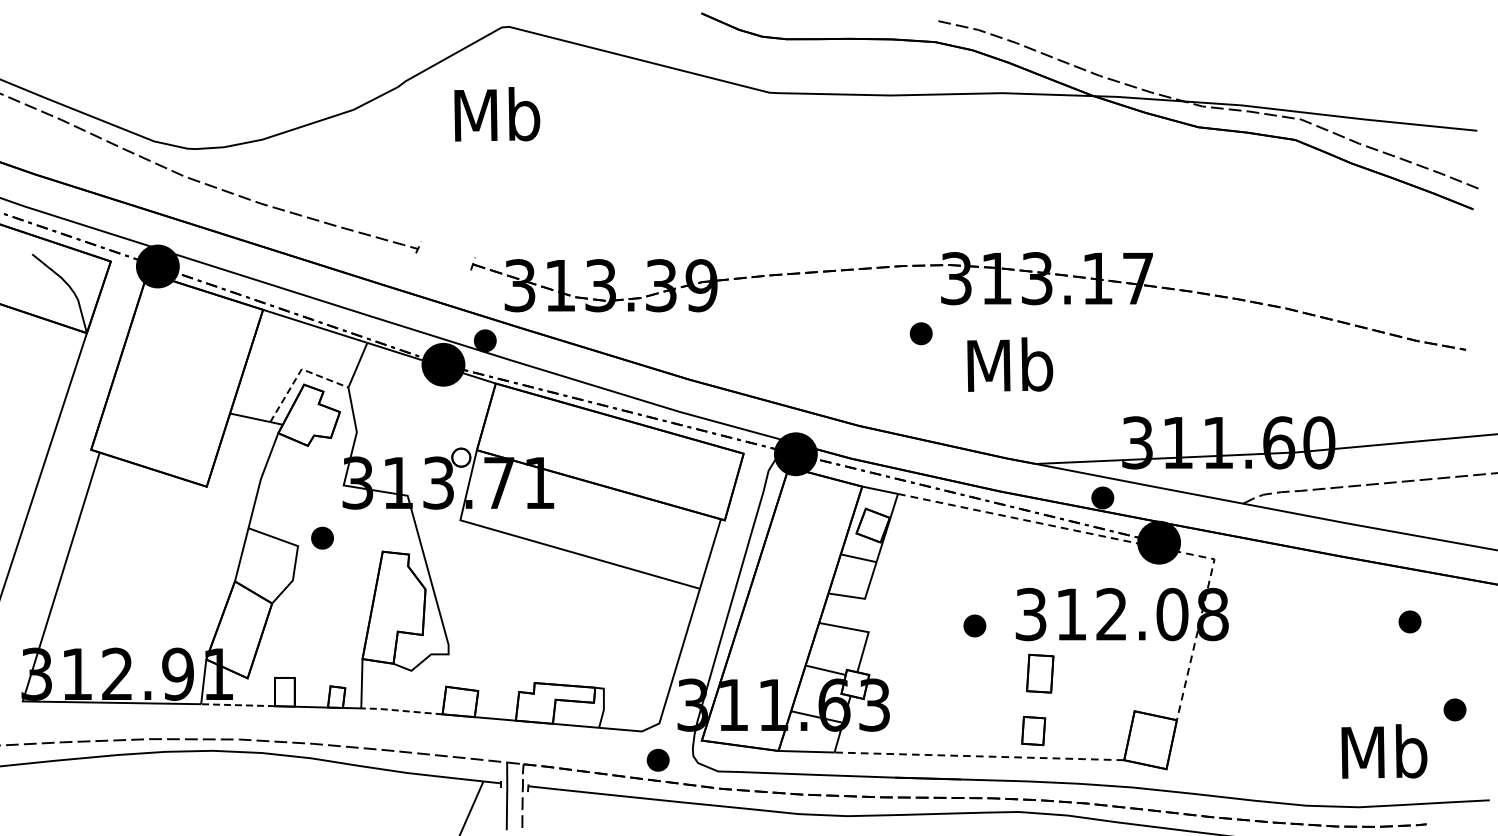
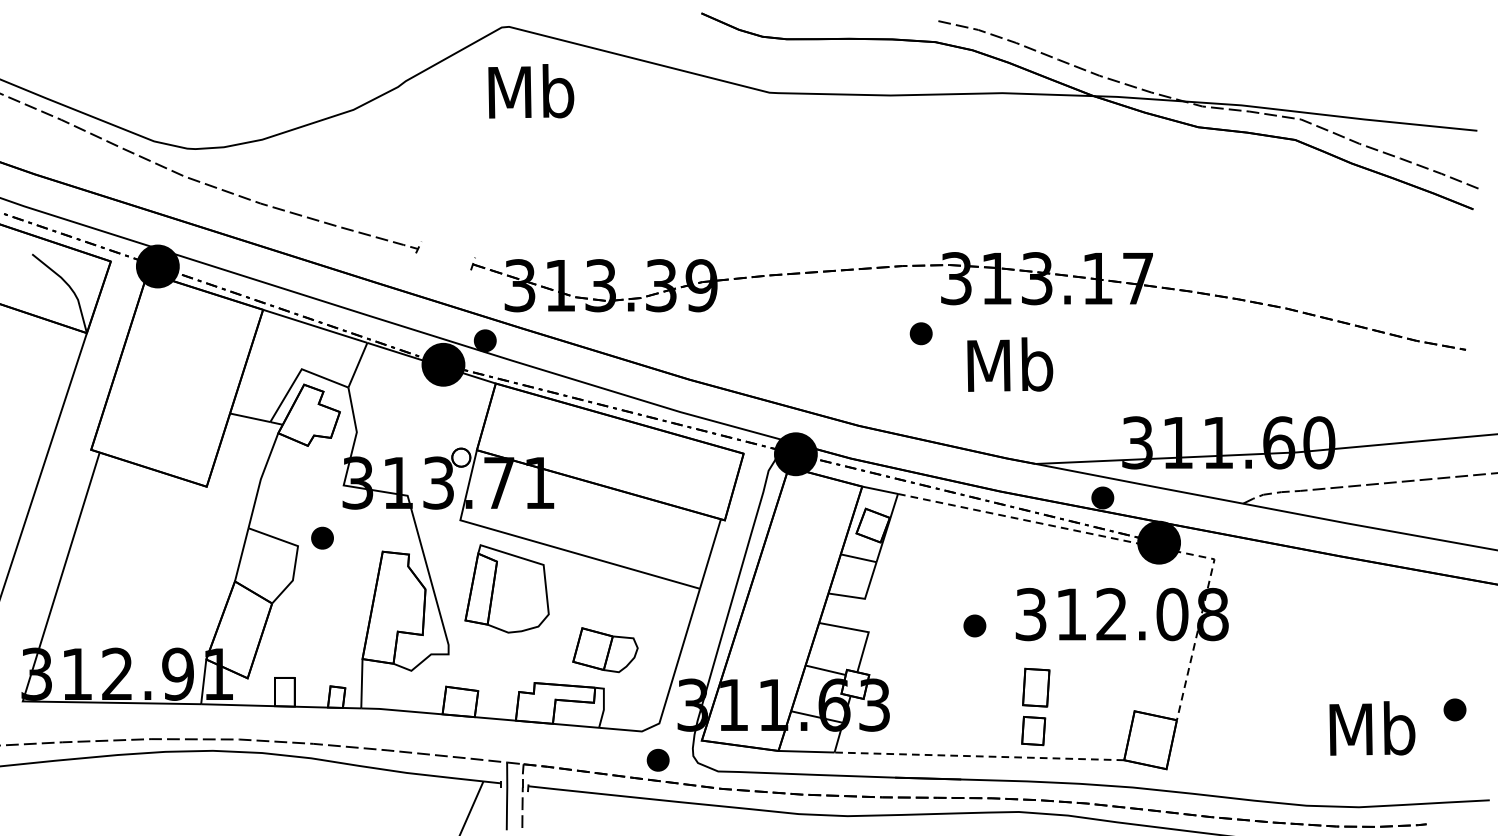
text at (497, 114) position: (497, 114) -> (531, 91)
line at (299, 373): dashed -> solid
part at (506, 588): none -> present
part at (1409, 621): present -> none
part at (605, 650): none -> present
part at (1040, 673) position: (1040, 673) -> (1036, 687)
line at (238, 705): dashed -> solid
line at (401, 710): dashed -> solid
text at (1384, 751) position: (1384, 751) -> (1372, 728)
